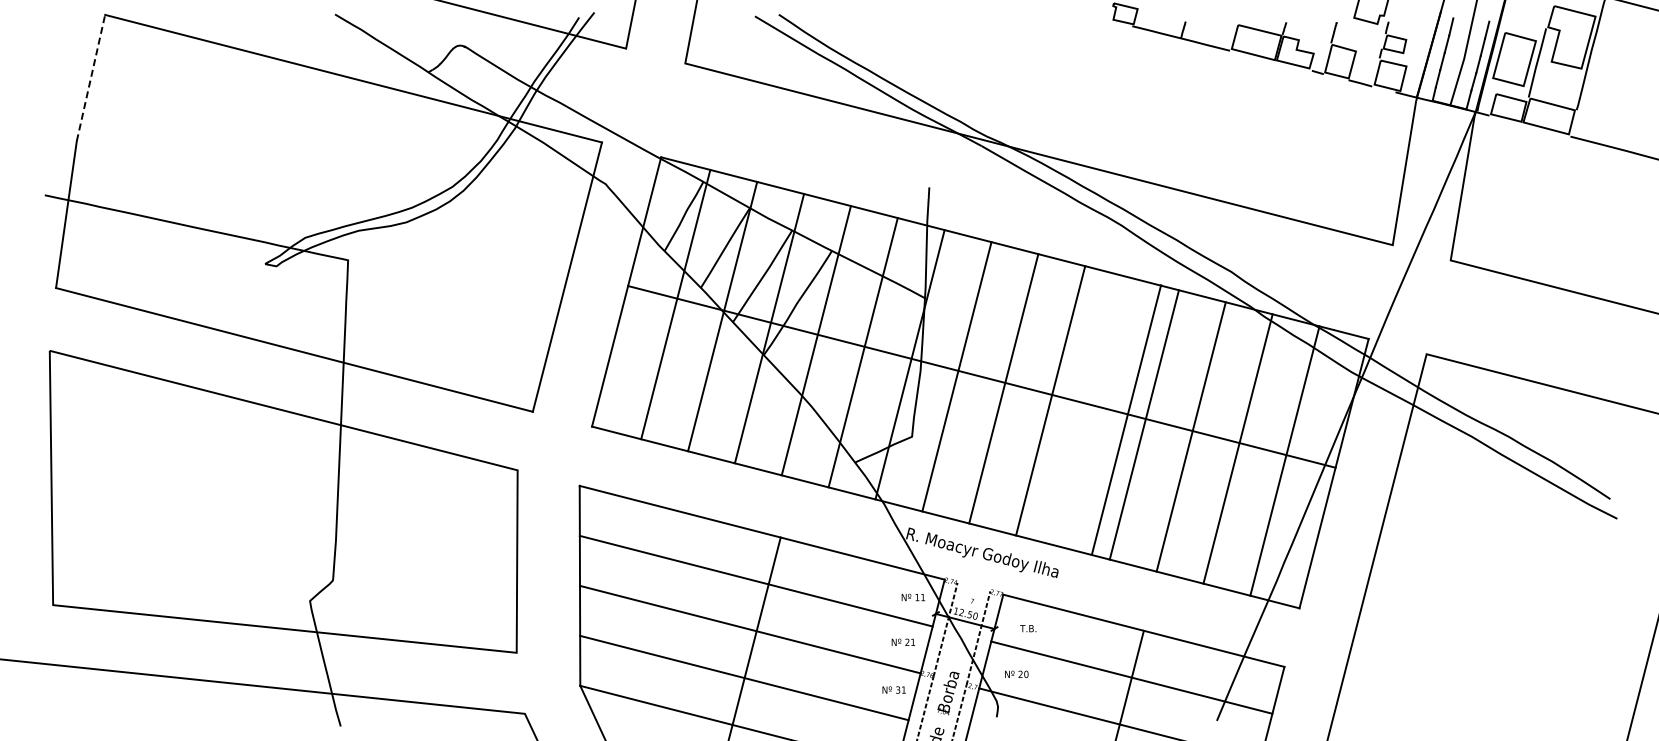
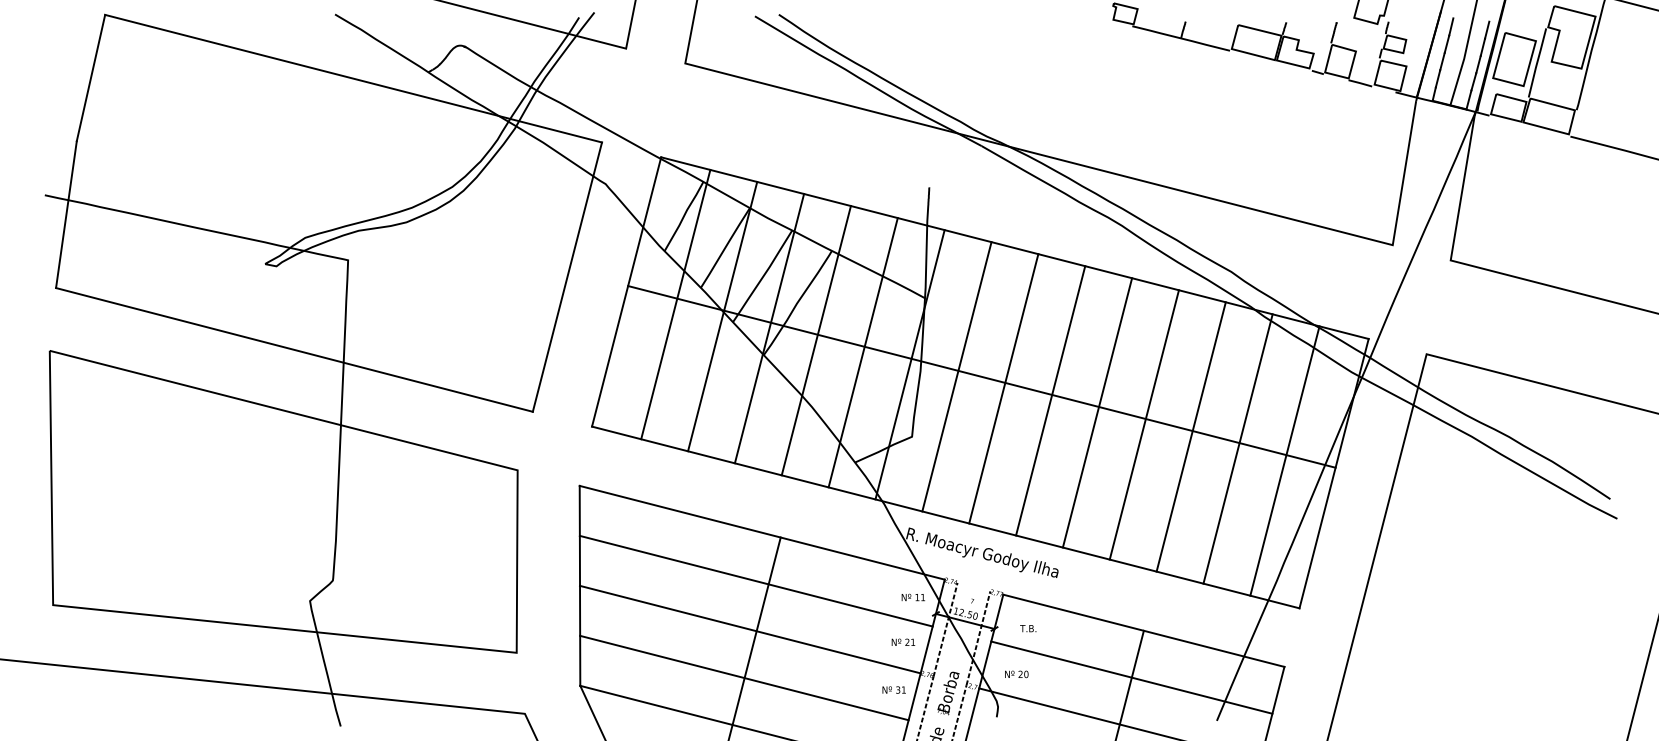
line at (91, 78): dashed -> solid
line at (1126, 419) position: (1126, 419) -> (1097, 412)
